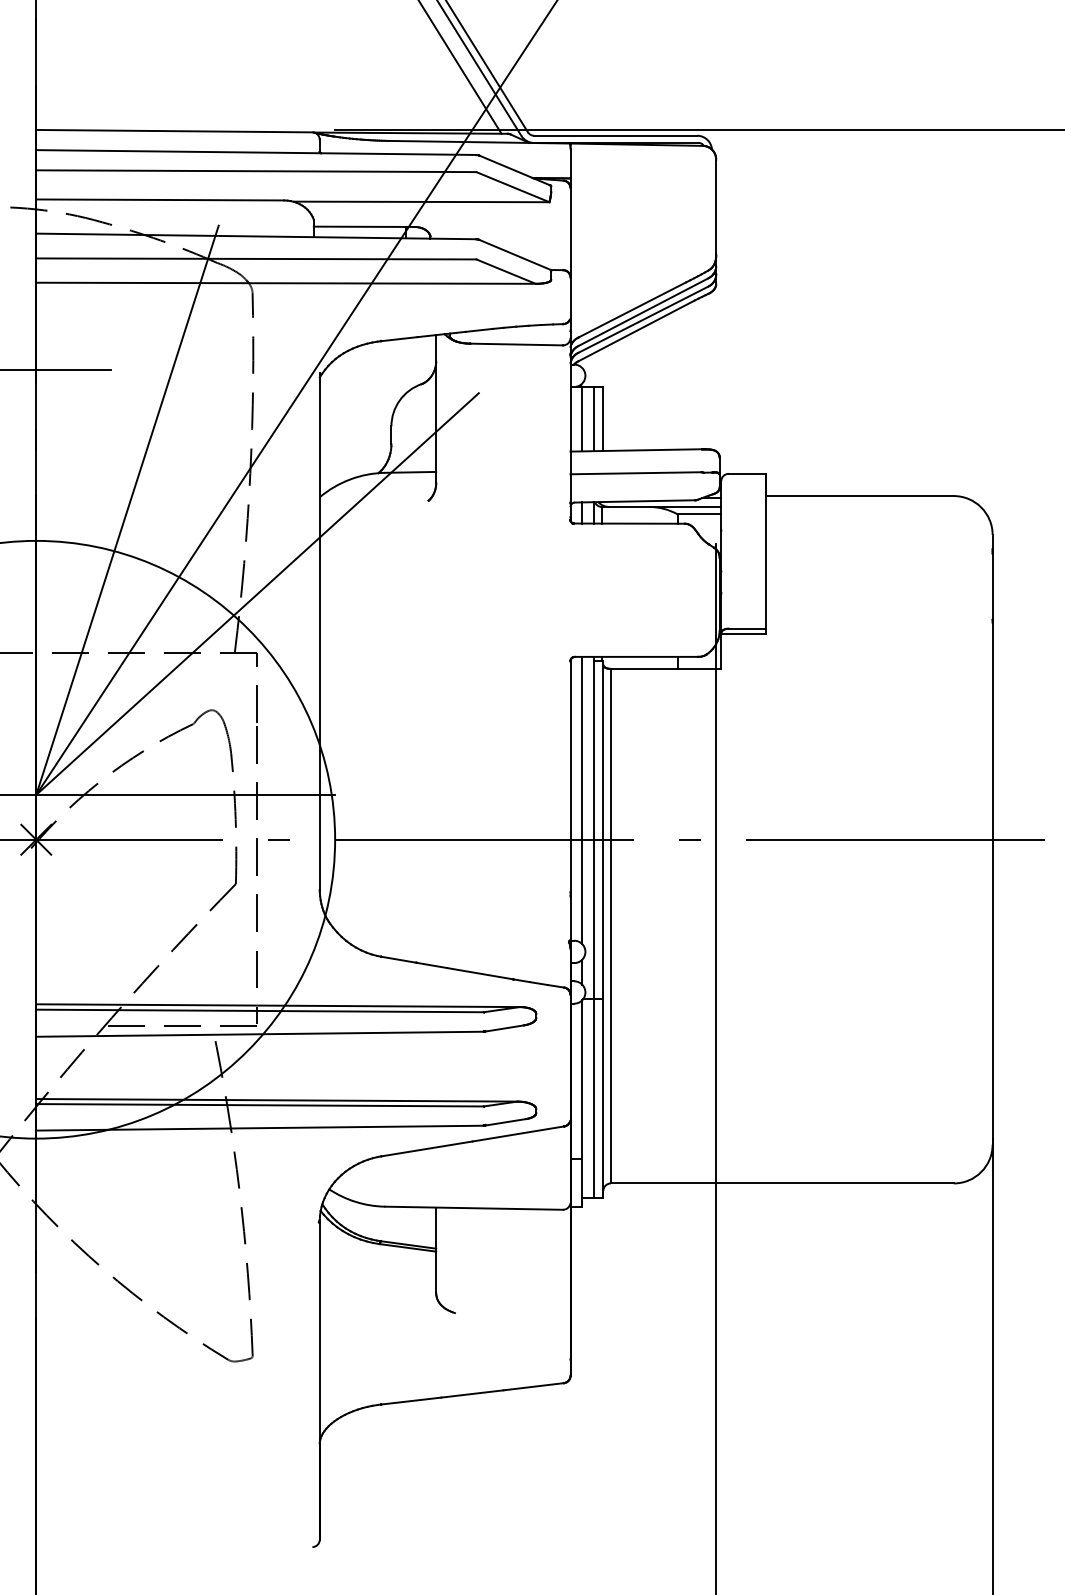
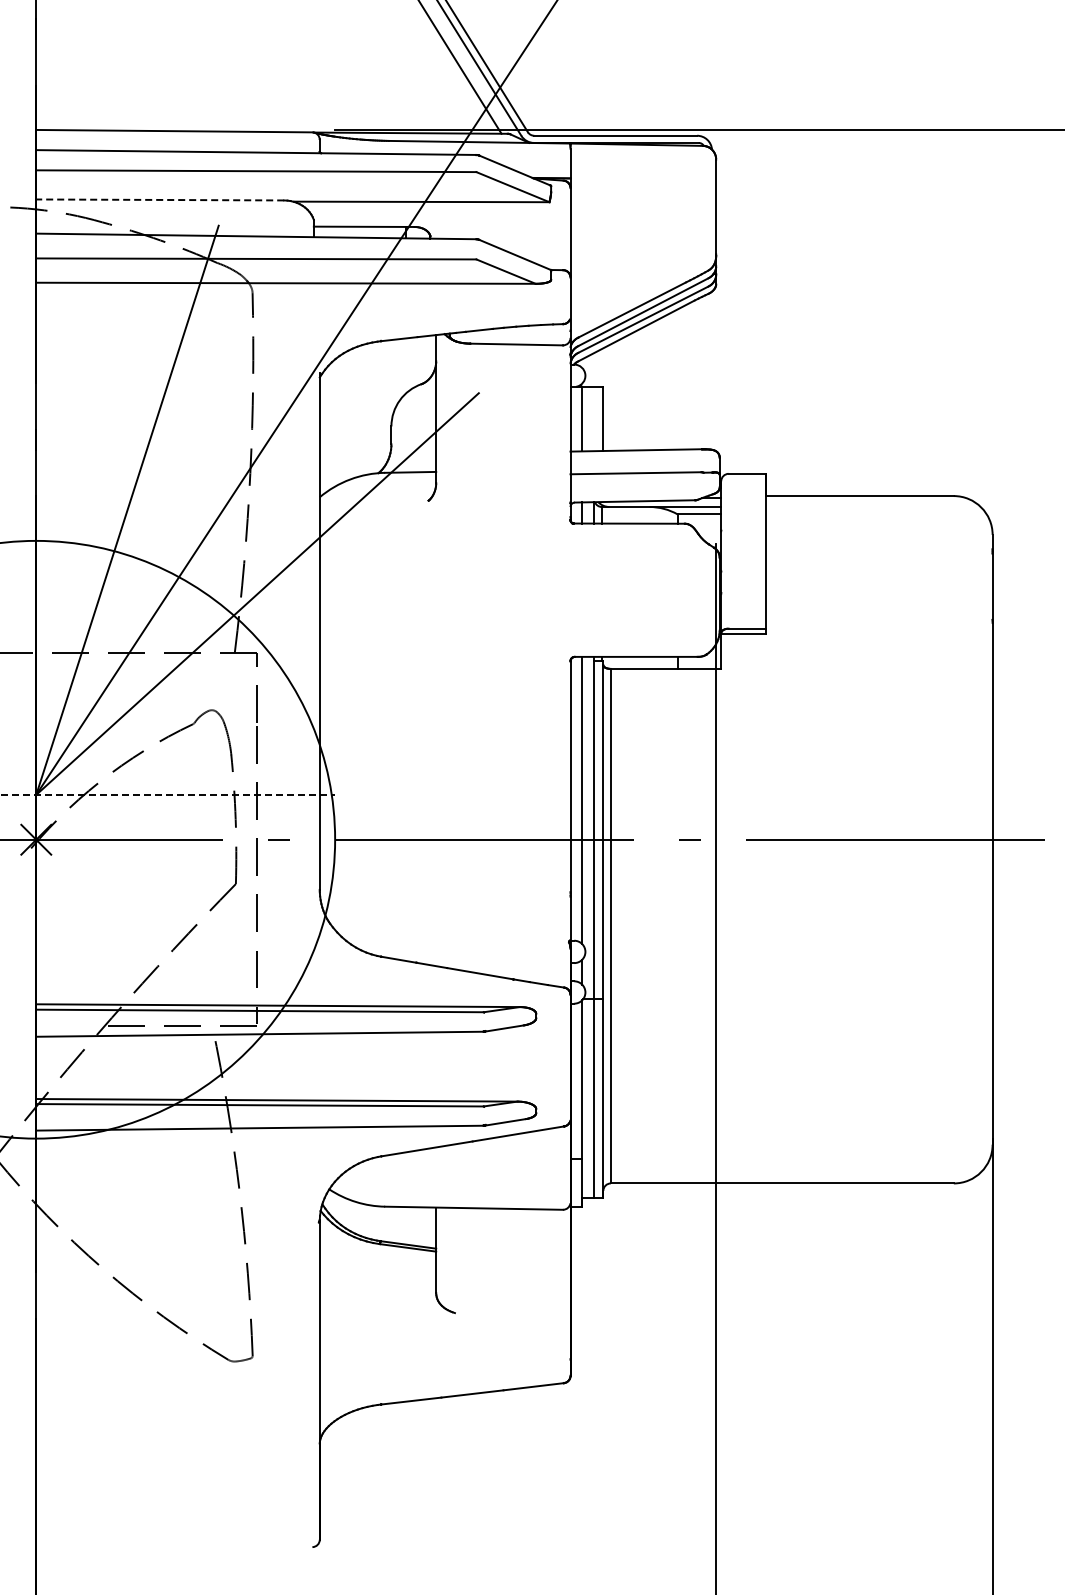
line at (160, 199): solid -> dashed
line at (56, 370): present -> none
line at (594, 418): present -> none
line at (168, 794): solid -> dashed
